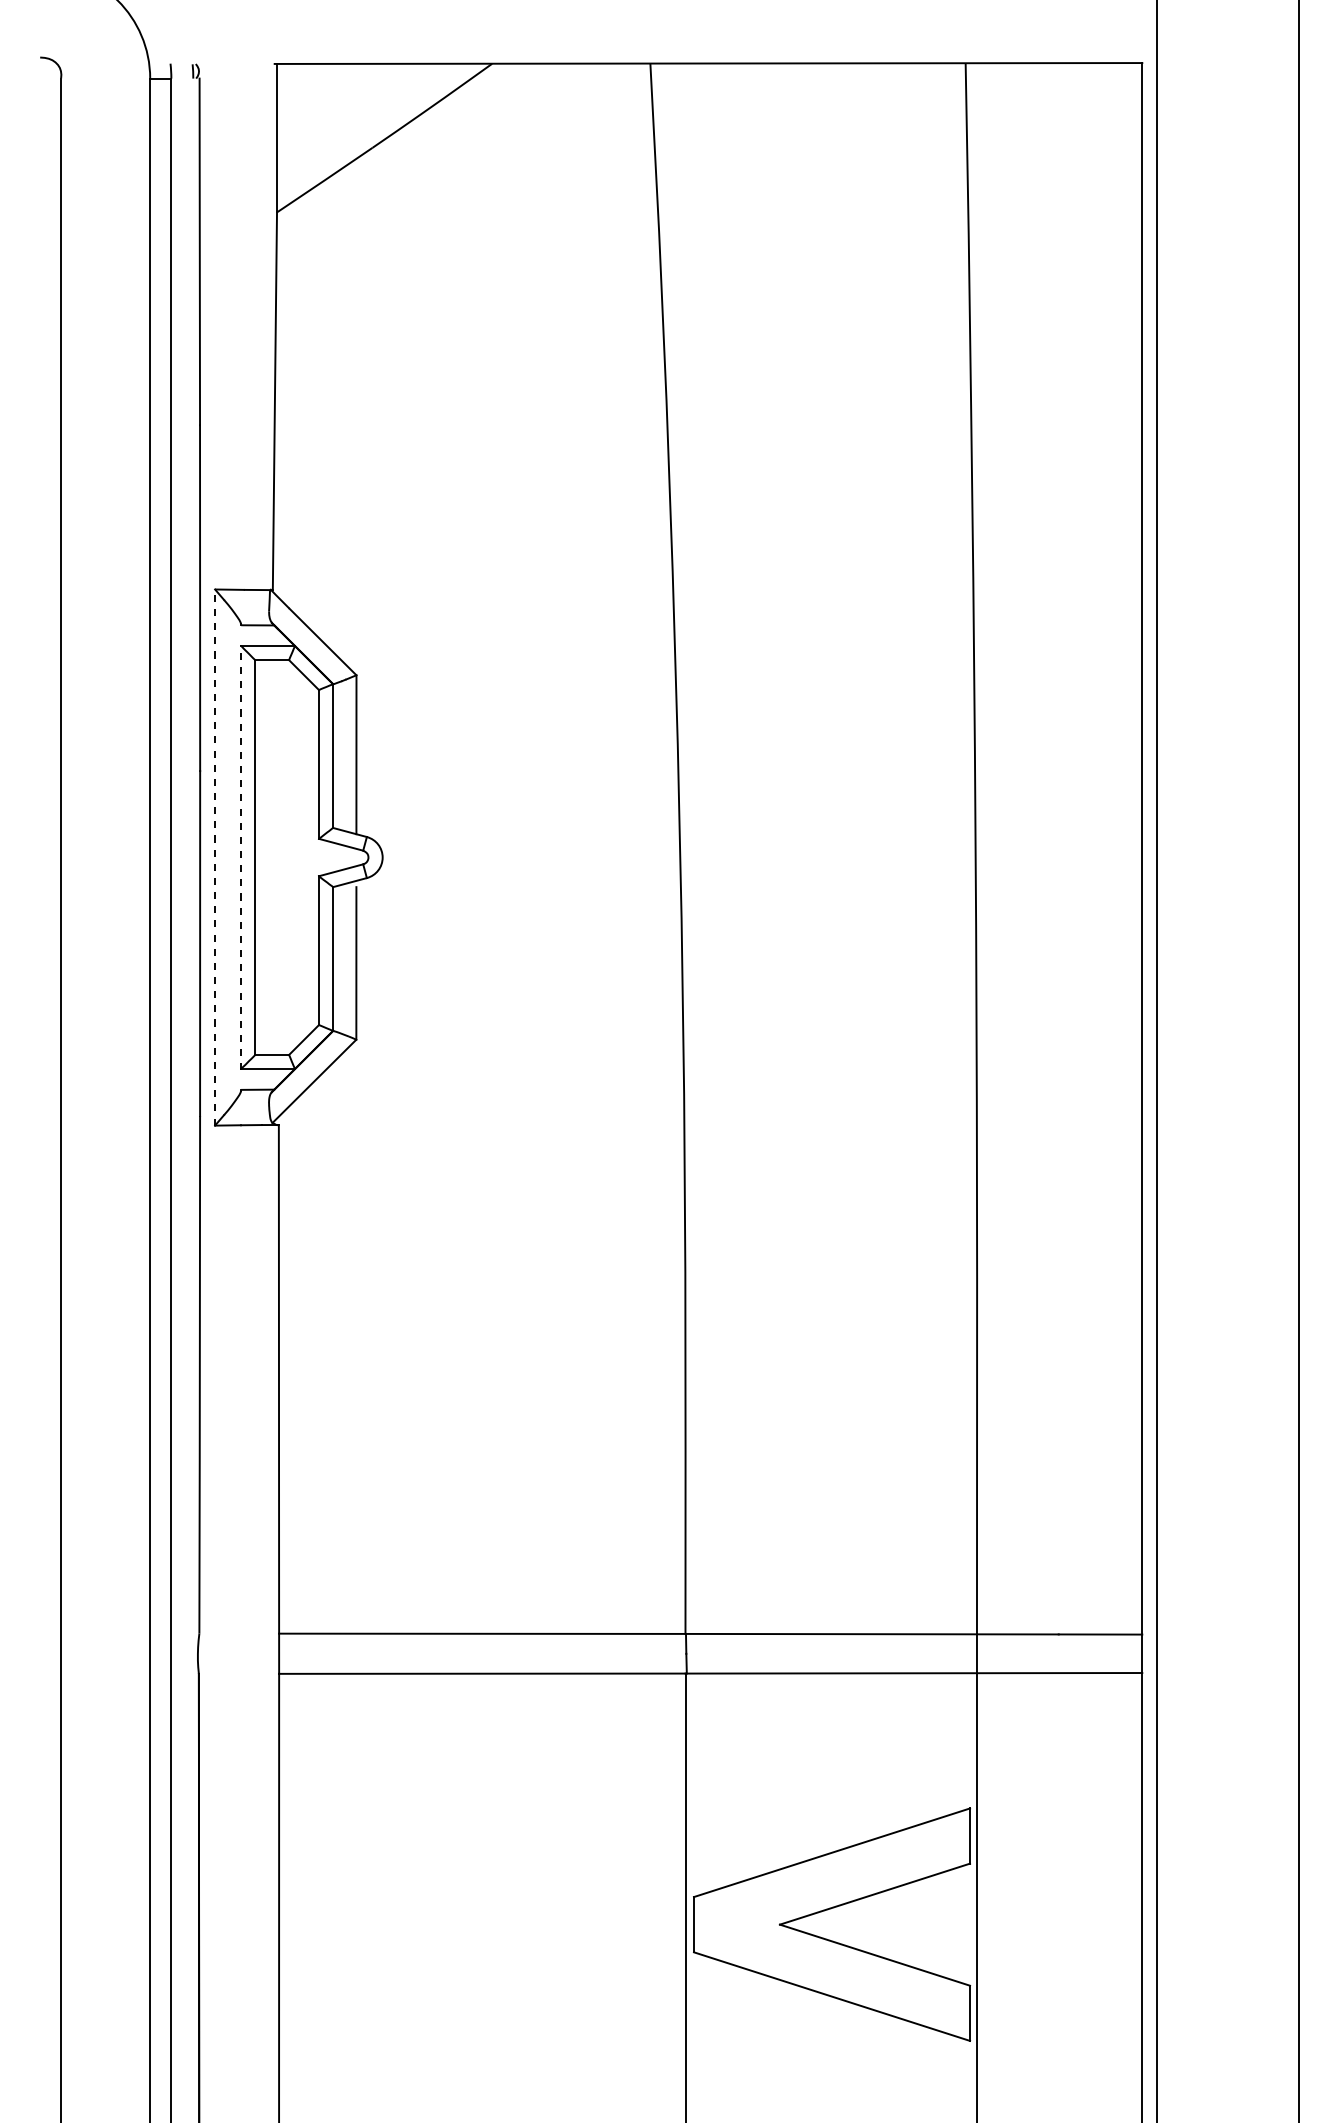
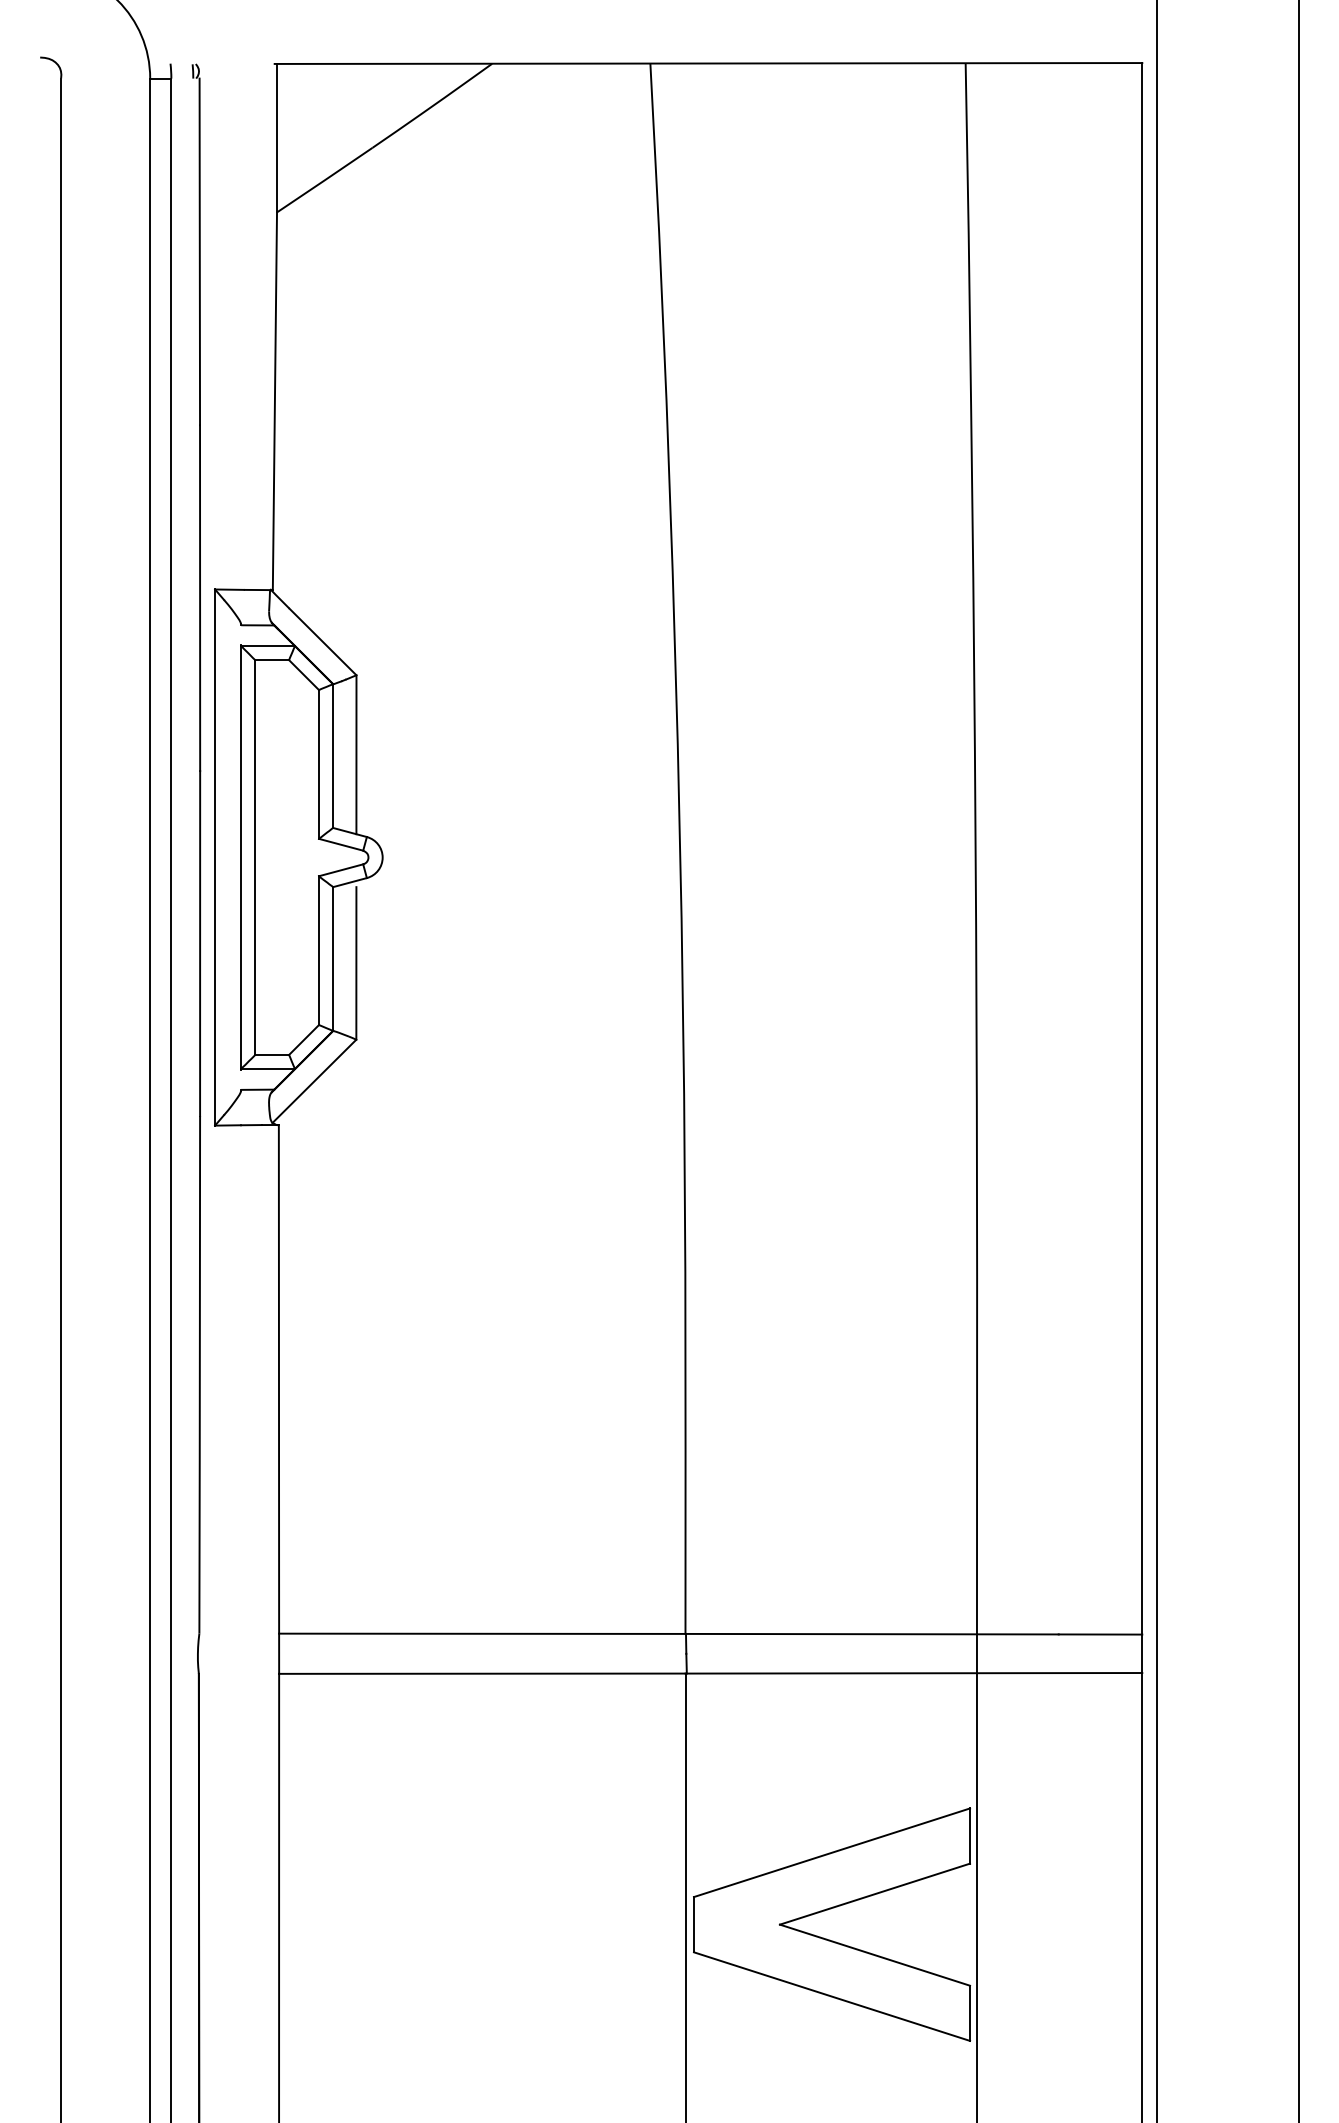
line at (215, 857): dashed -> solid
line at (241, 857): dashed -> solid
